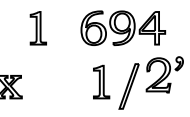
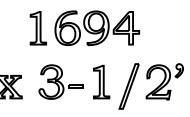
part at (123, 27) position: (123, 27) -> (97, 27)
part at (164, 74) position: (164, 74) -> (164, 81)
part at (60, 81): none -> present
